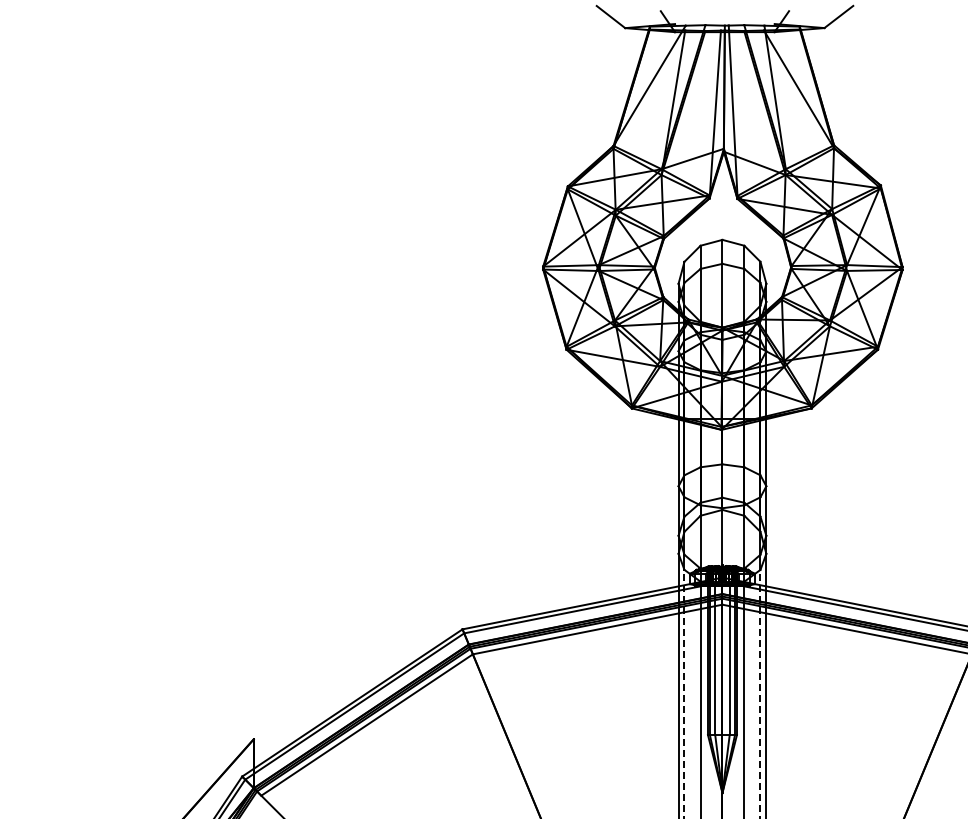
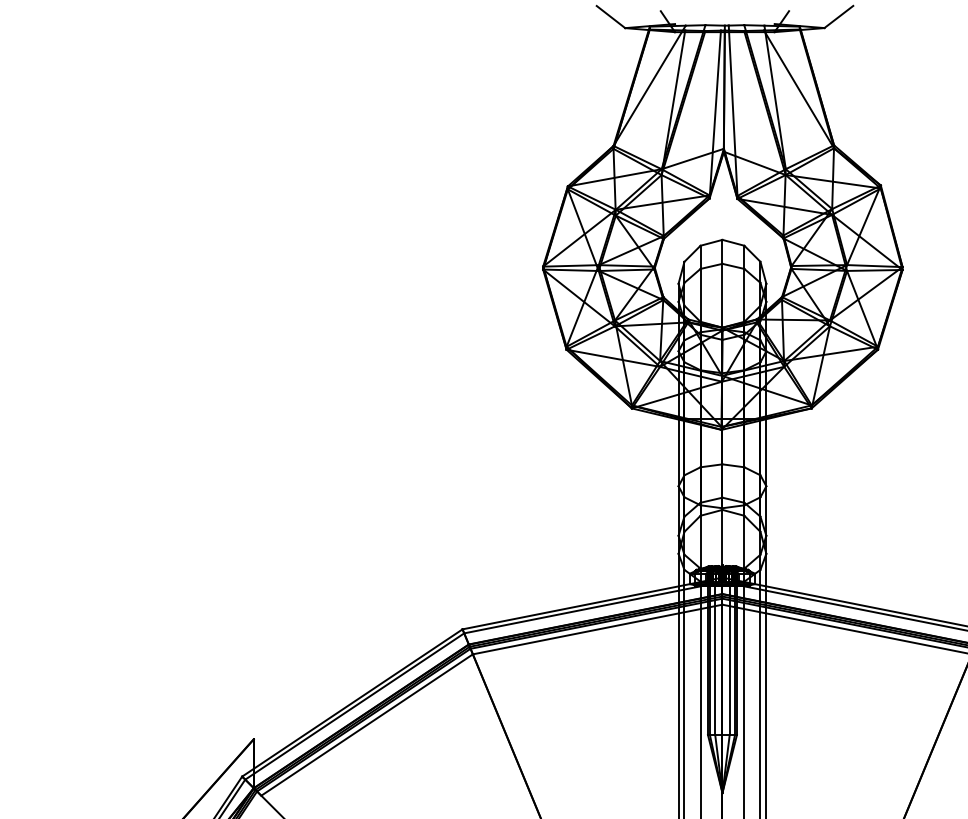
line at (684, 693): dashed -> solid
line at (760, 693): dashed -> solid
